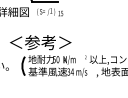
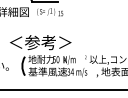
line at (63, 90): none -> present
